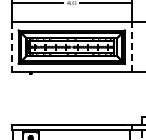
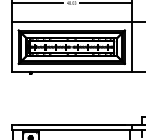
line at (11, 47): dashed -> solid
line at (131, 47): dashed -> solid
